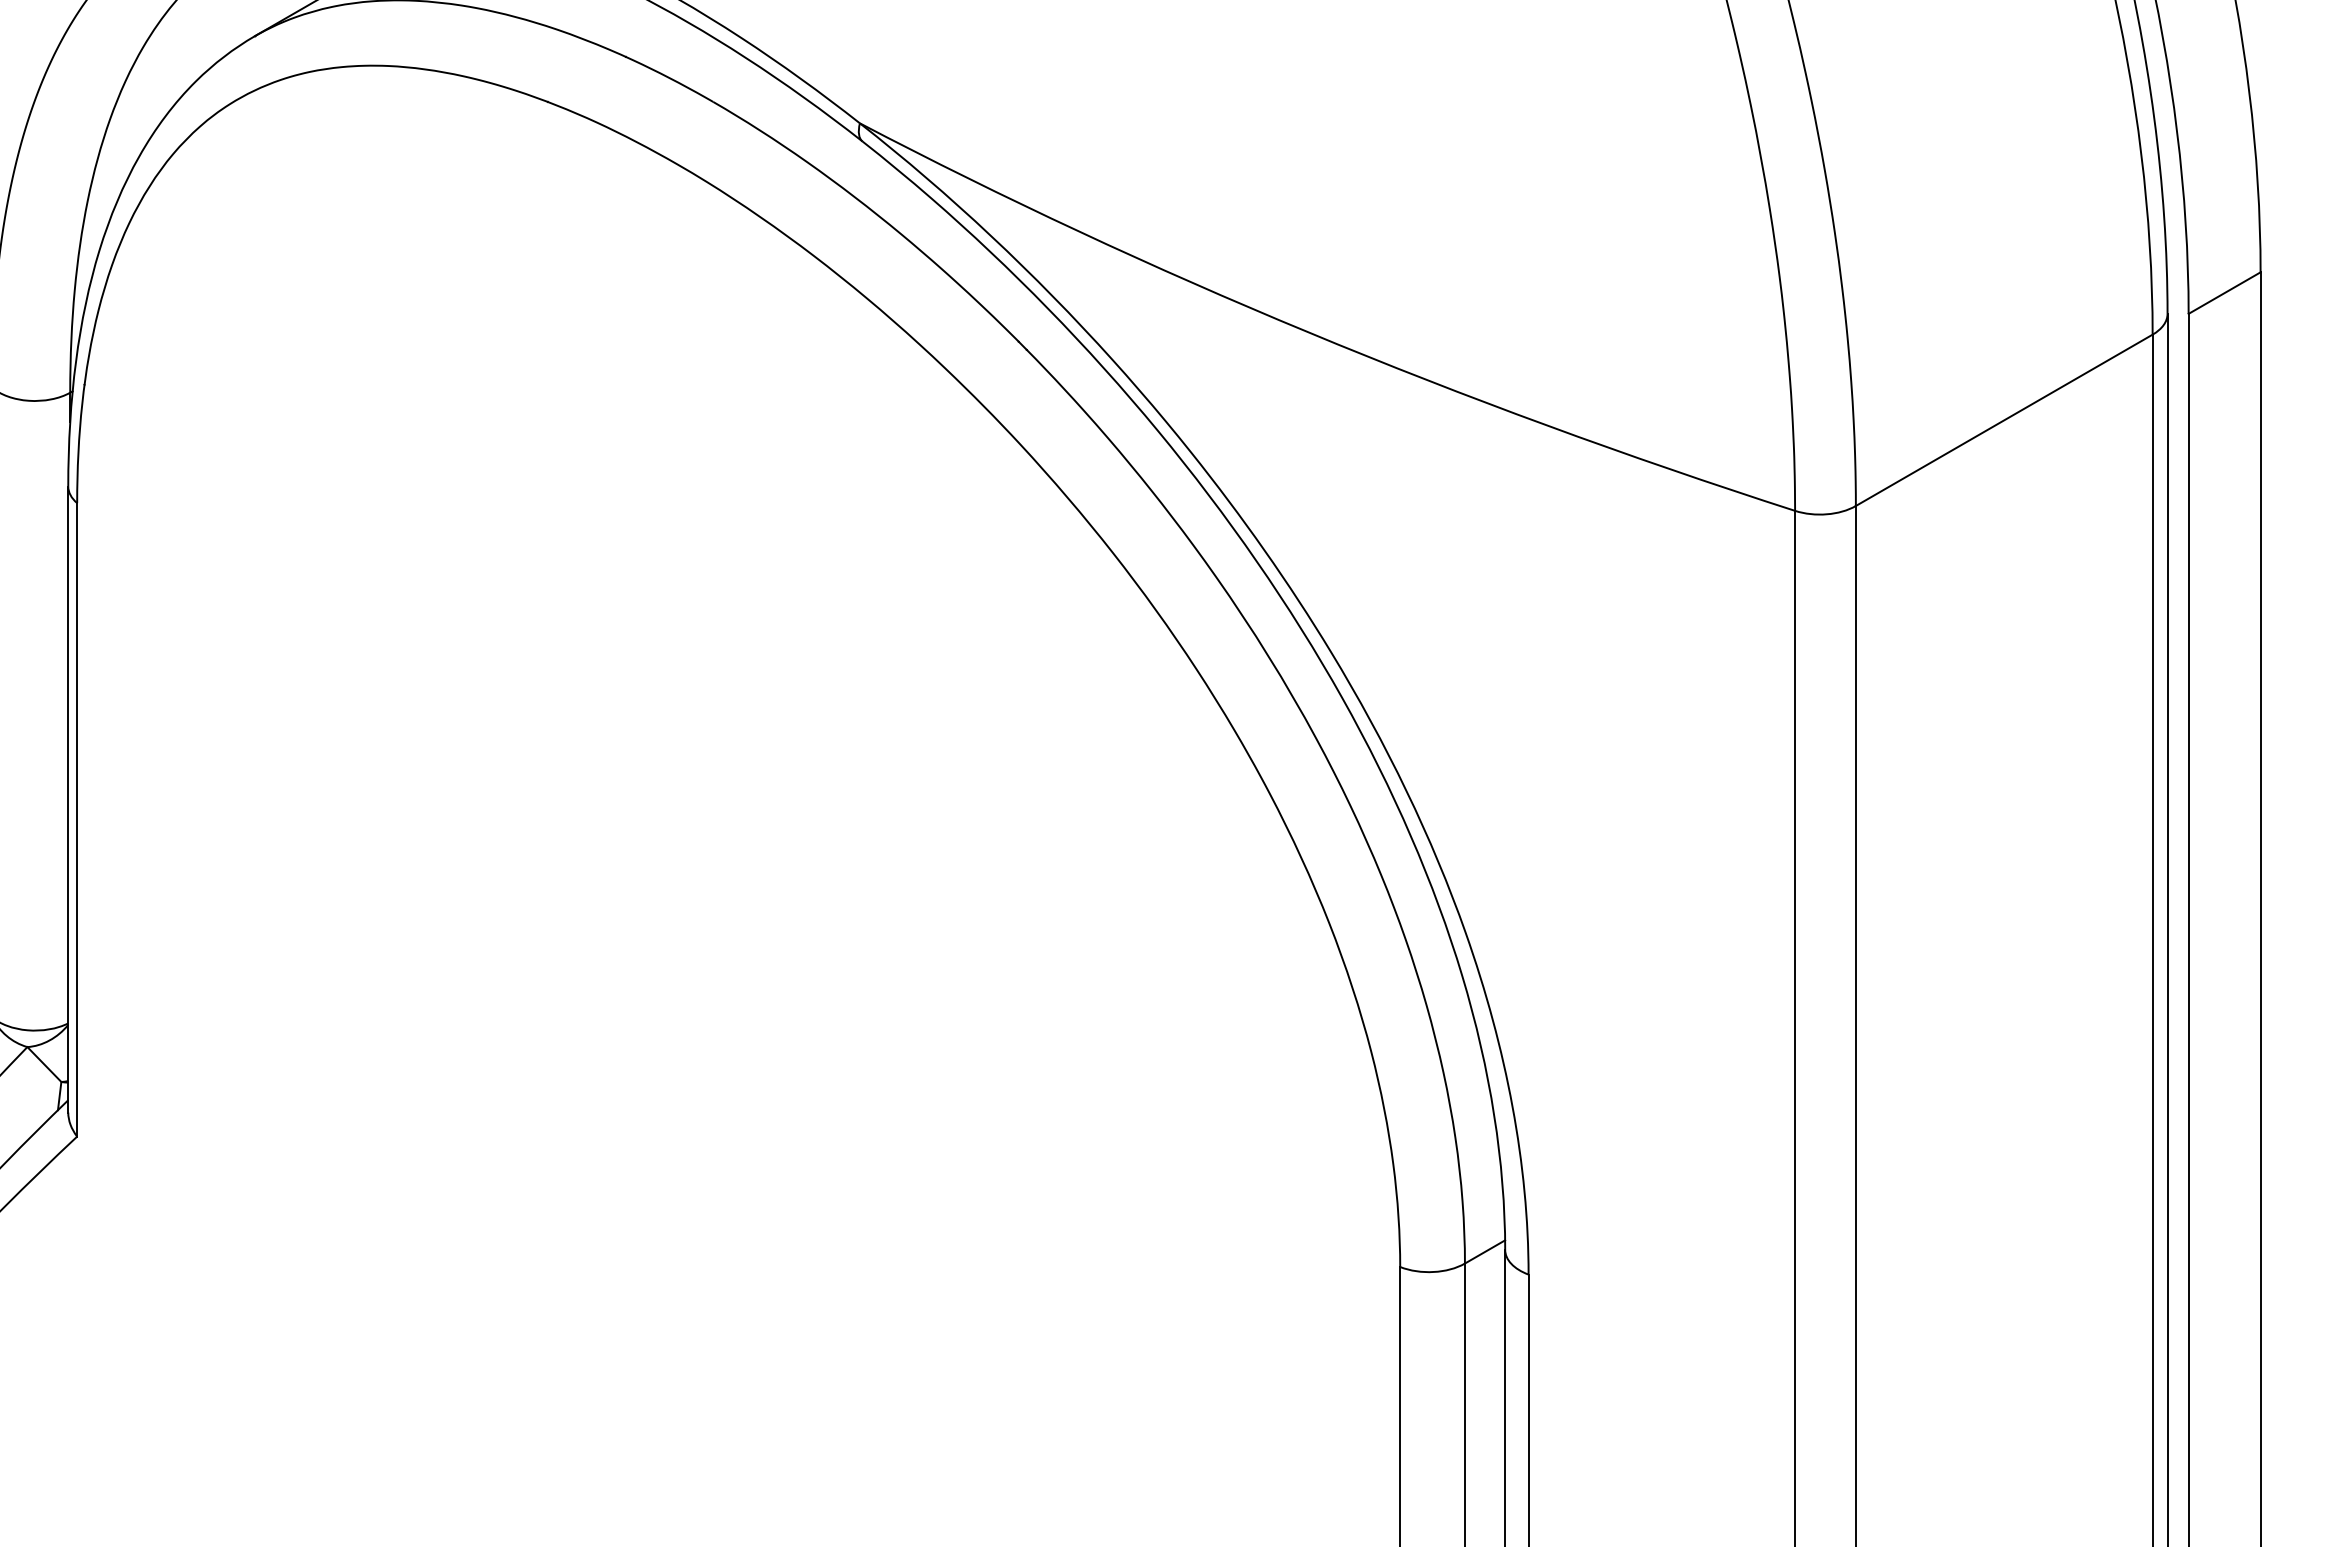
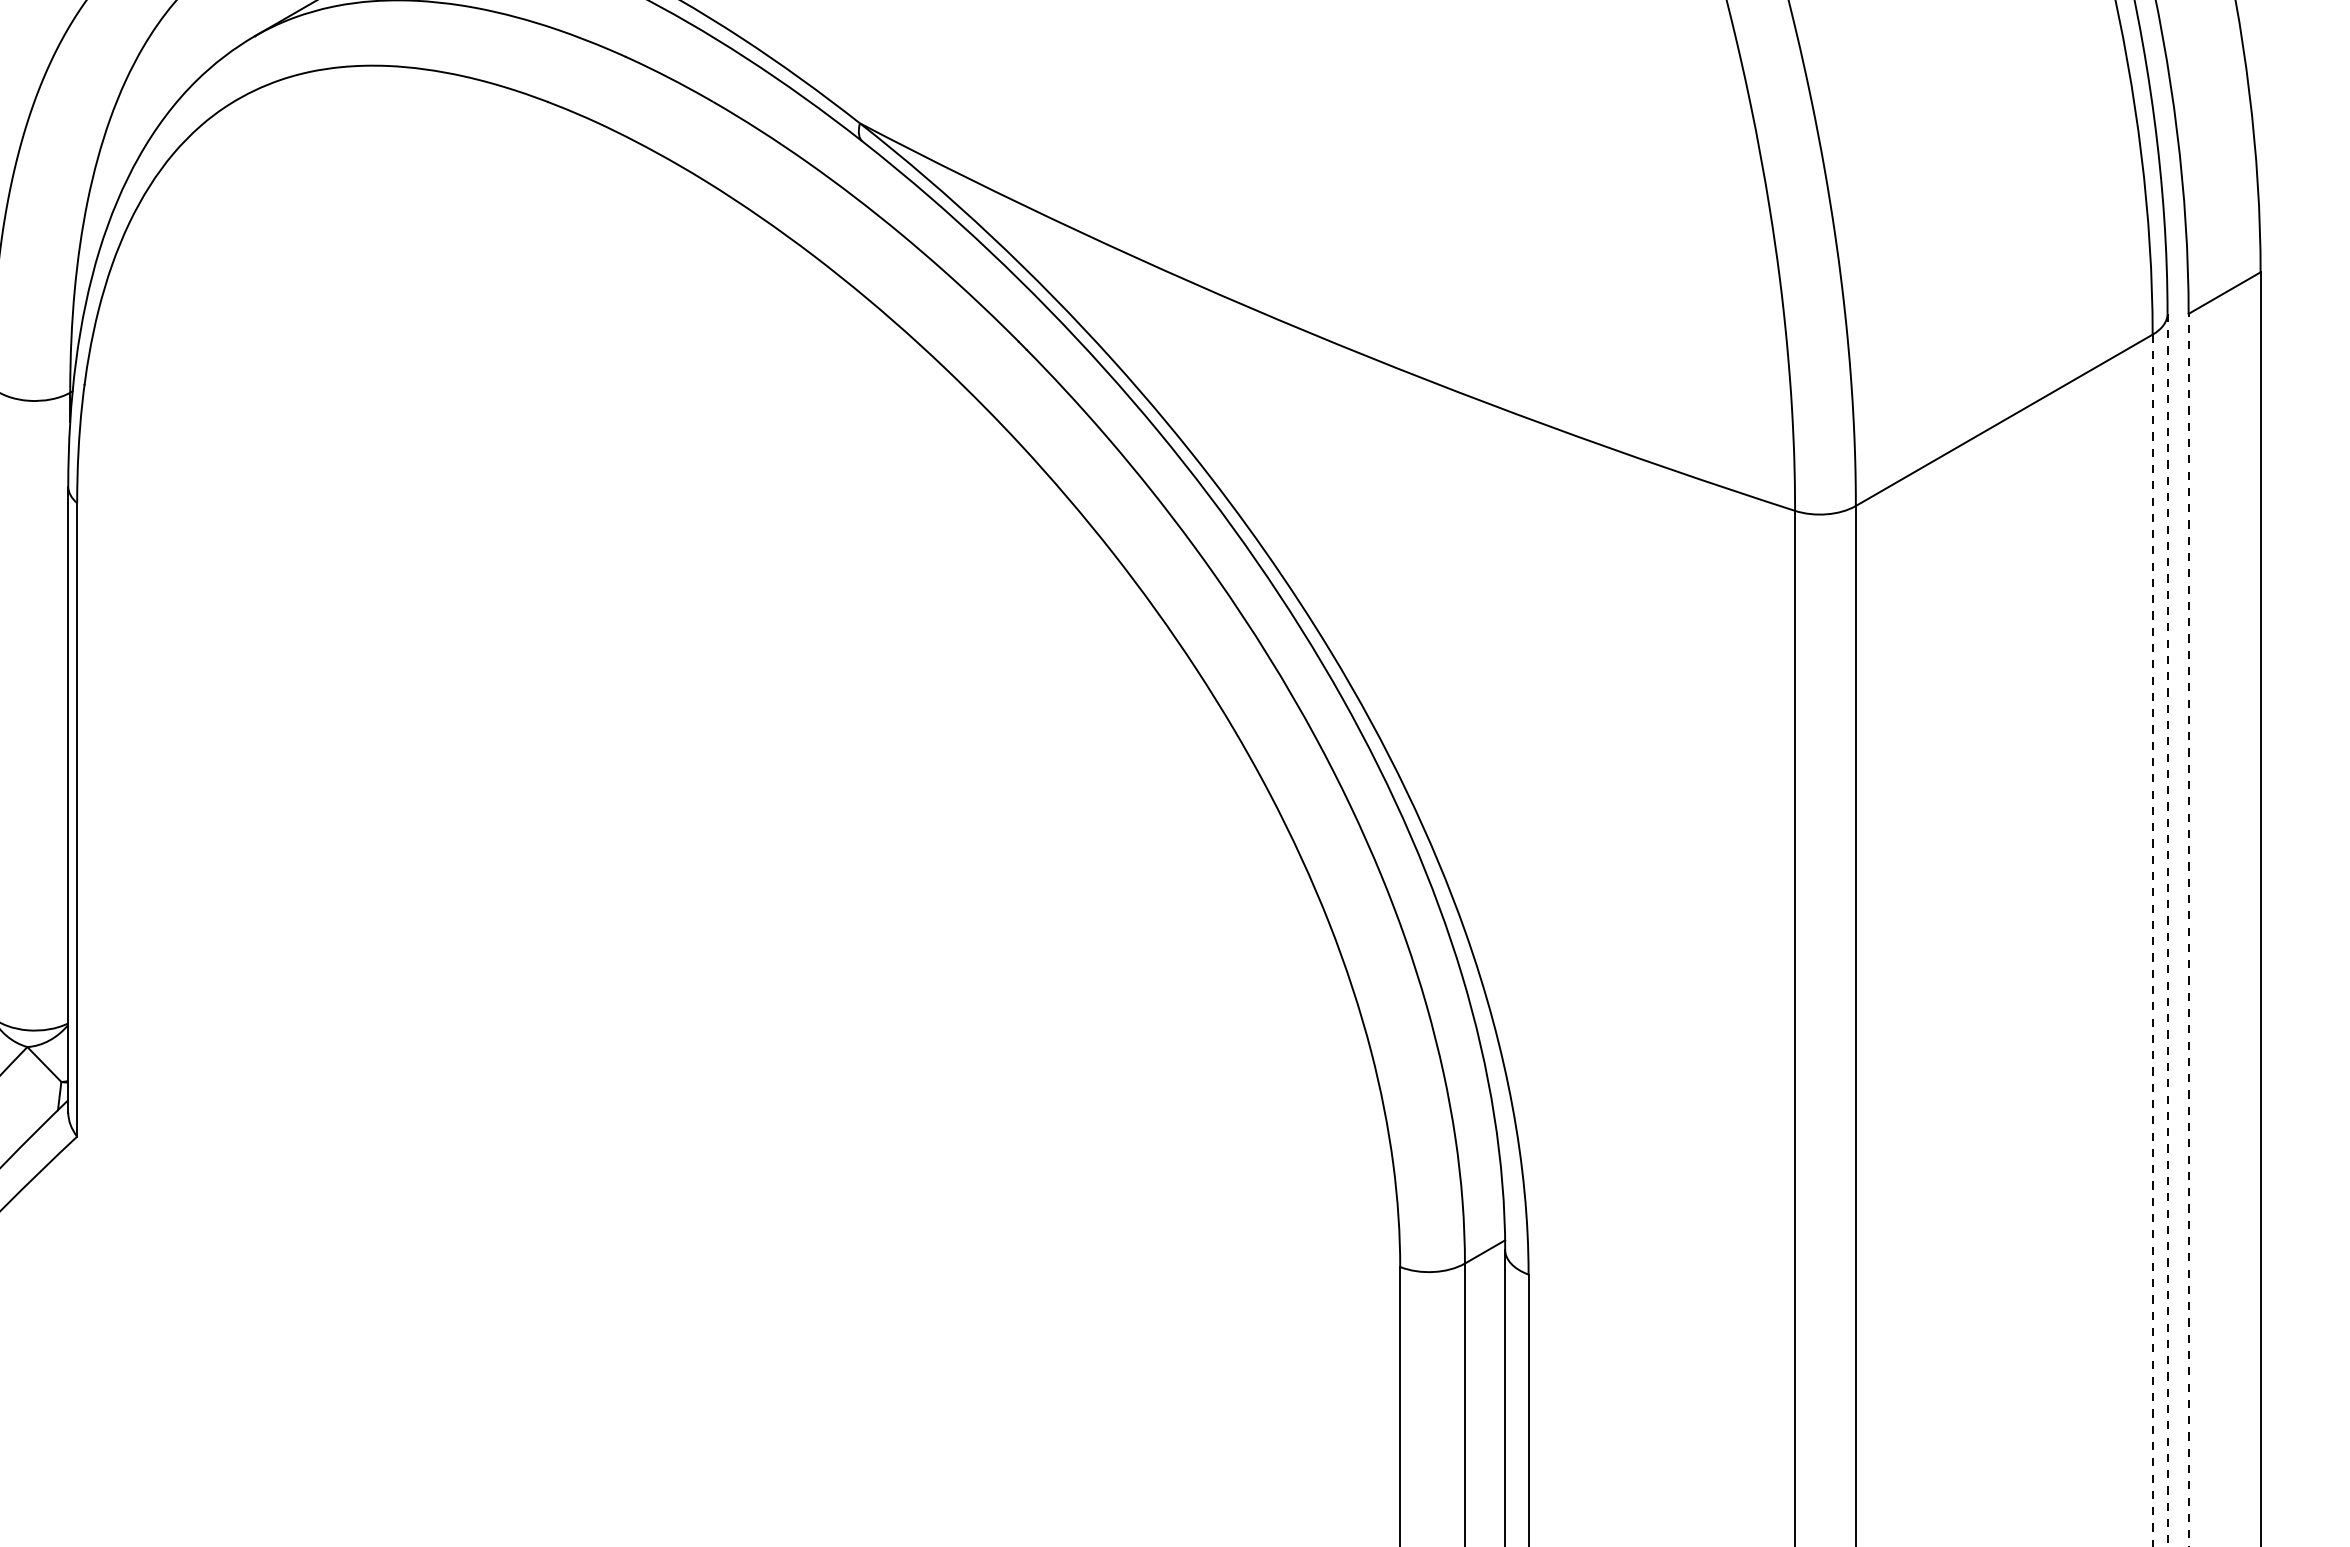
line at (2188, 929): solid -> dashed
line at (2167, 930): solid -> dashed
line at (2152, 940): solid -> dashed
